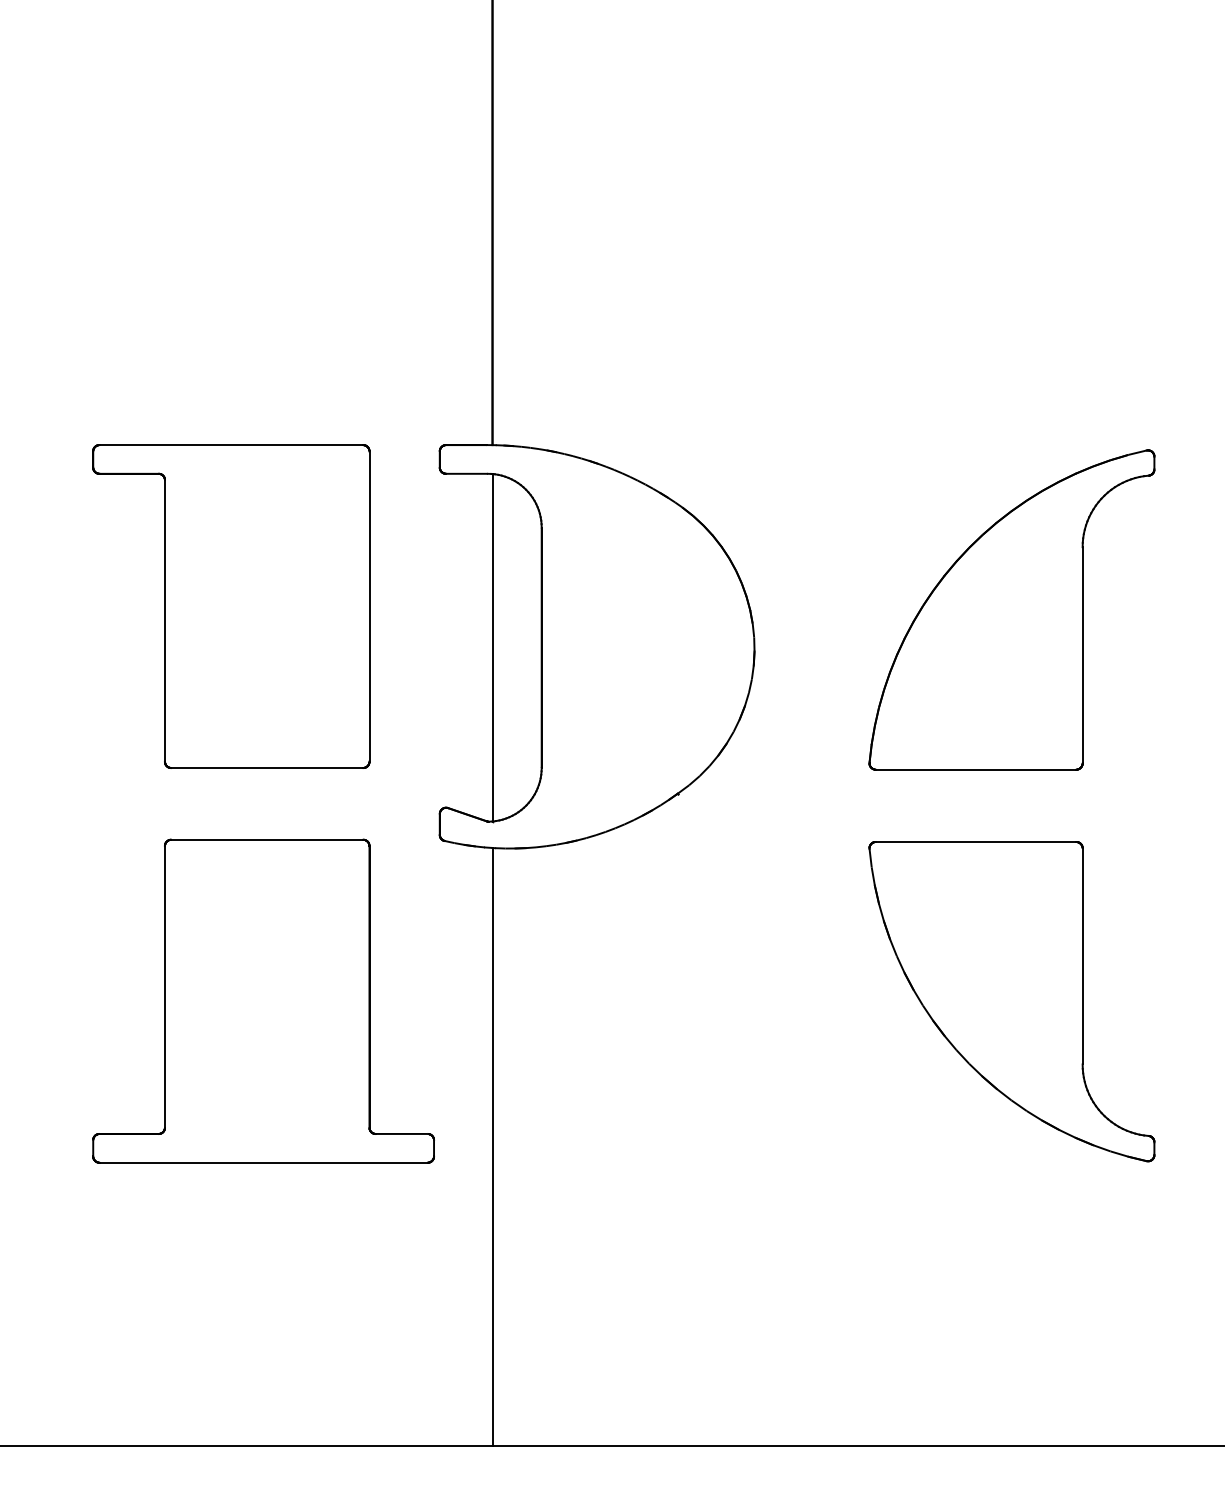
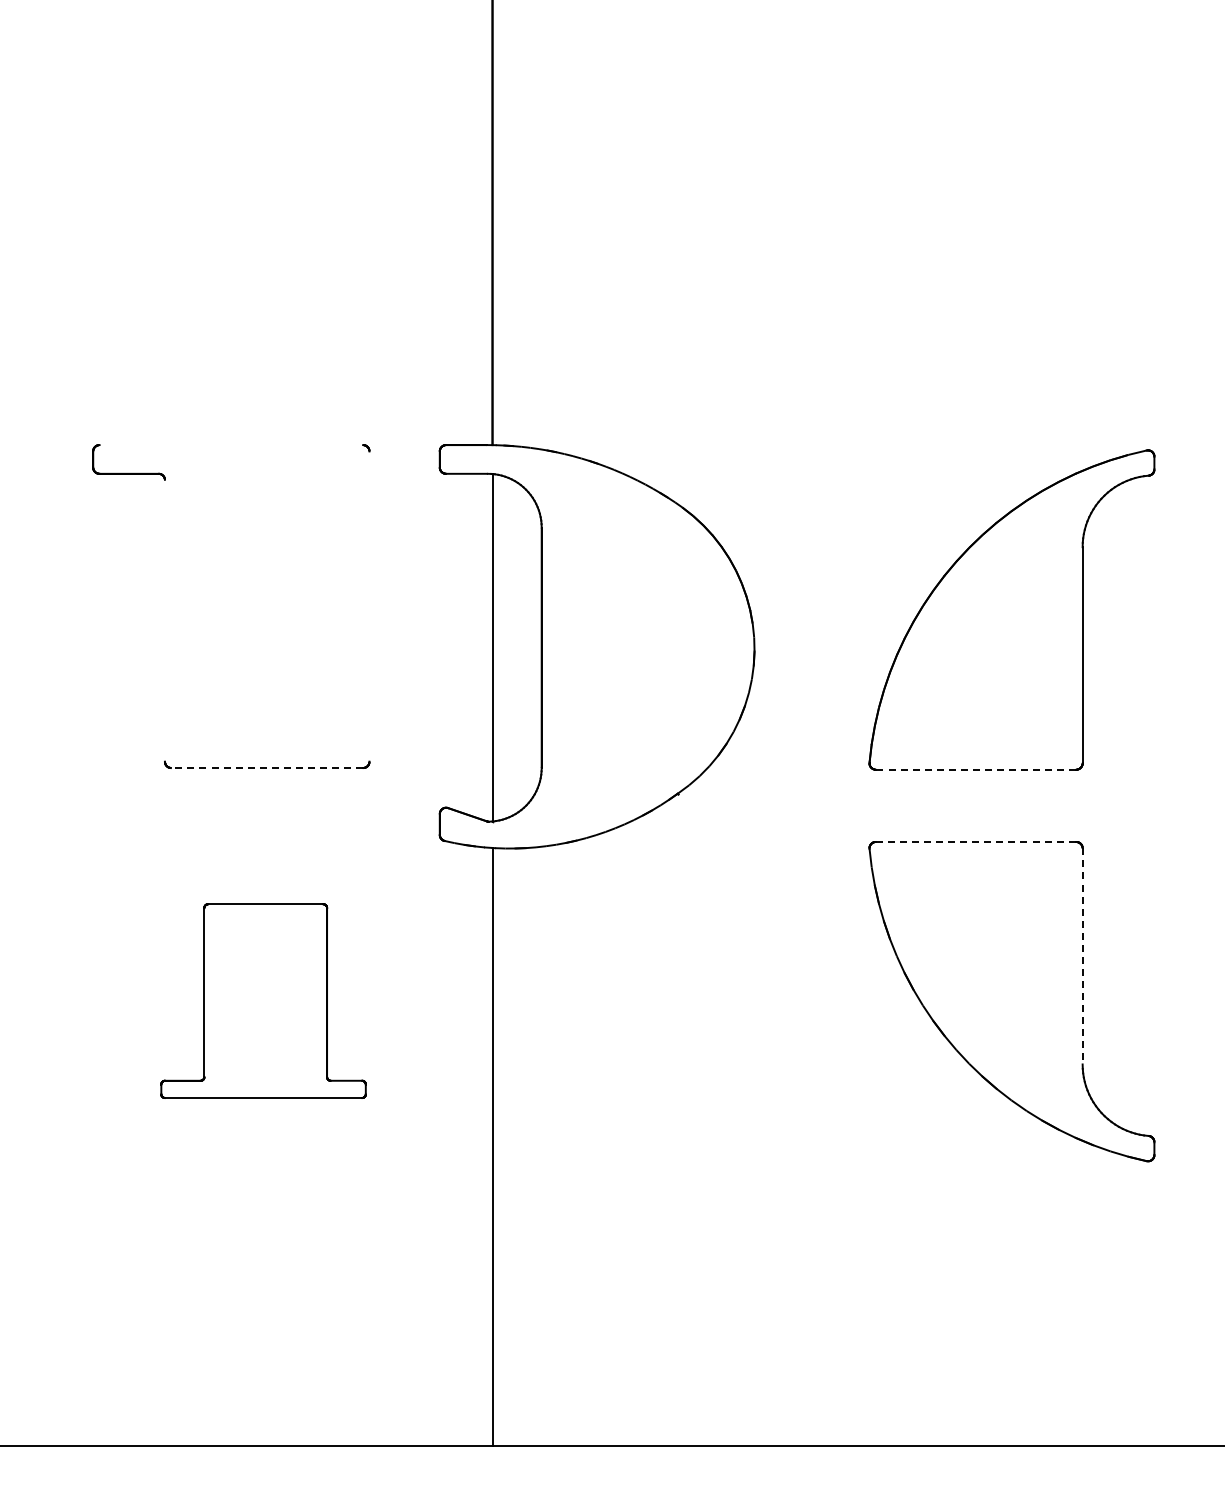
line at (231, 445): present -> none
line at (369, 606): present -> none
line at (164, 620): present -> none
line at (267, 768): solid -> dashed
line at (975, 769): solid -> dashed
line at (976, 842): solid -> dashed
line at (1082, 956): solid -> dashed
part at (263, 1000) size: 343x326 px -> 207x196 px
